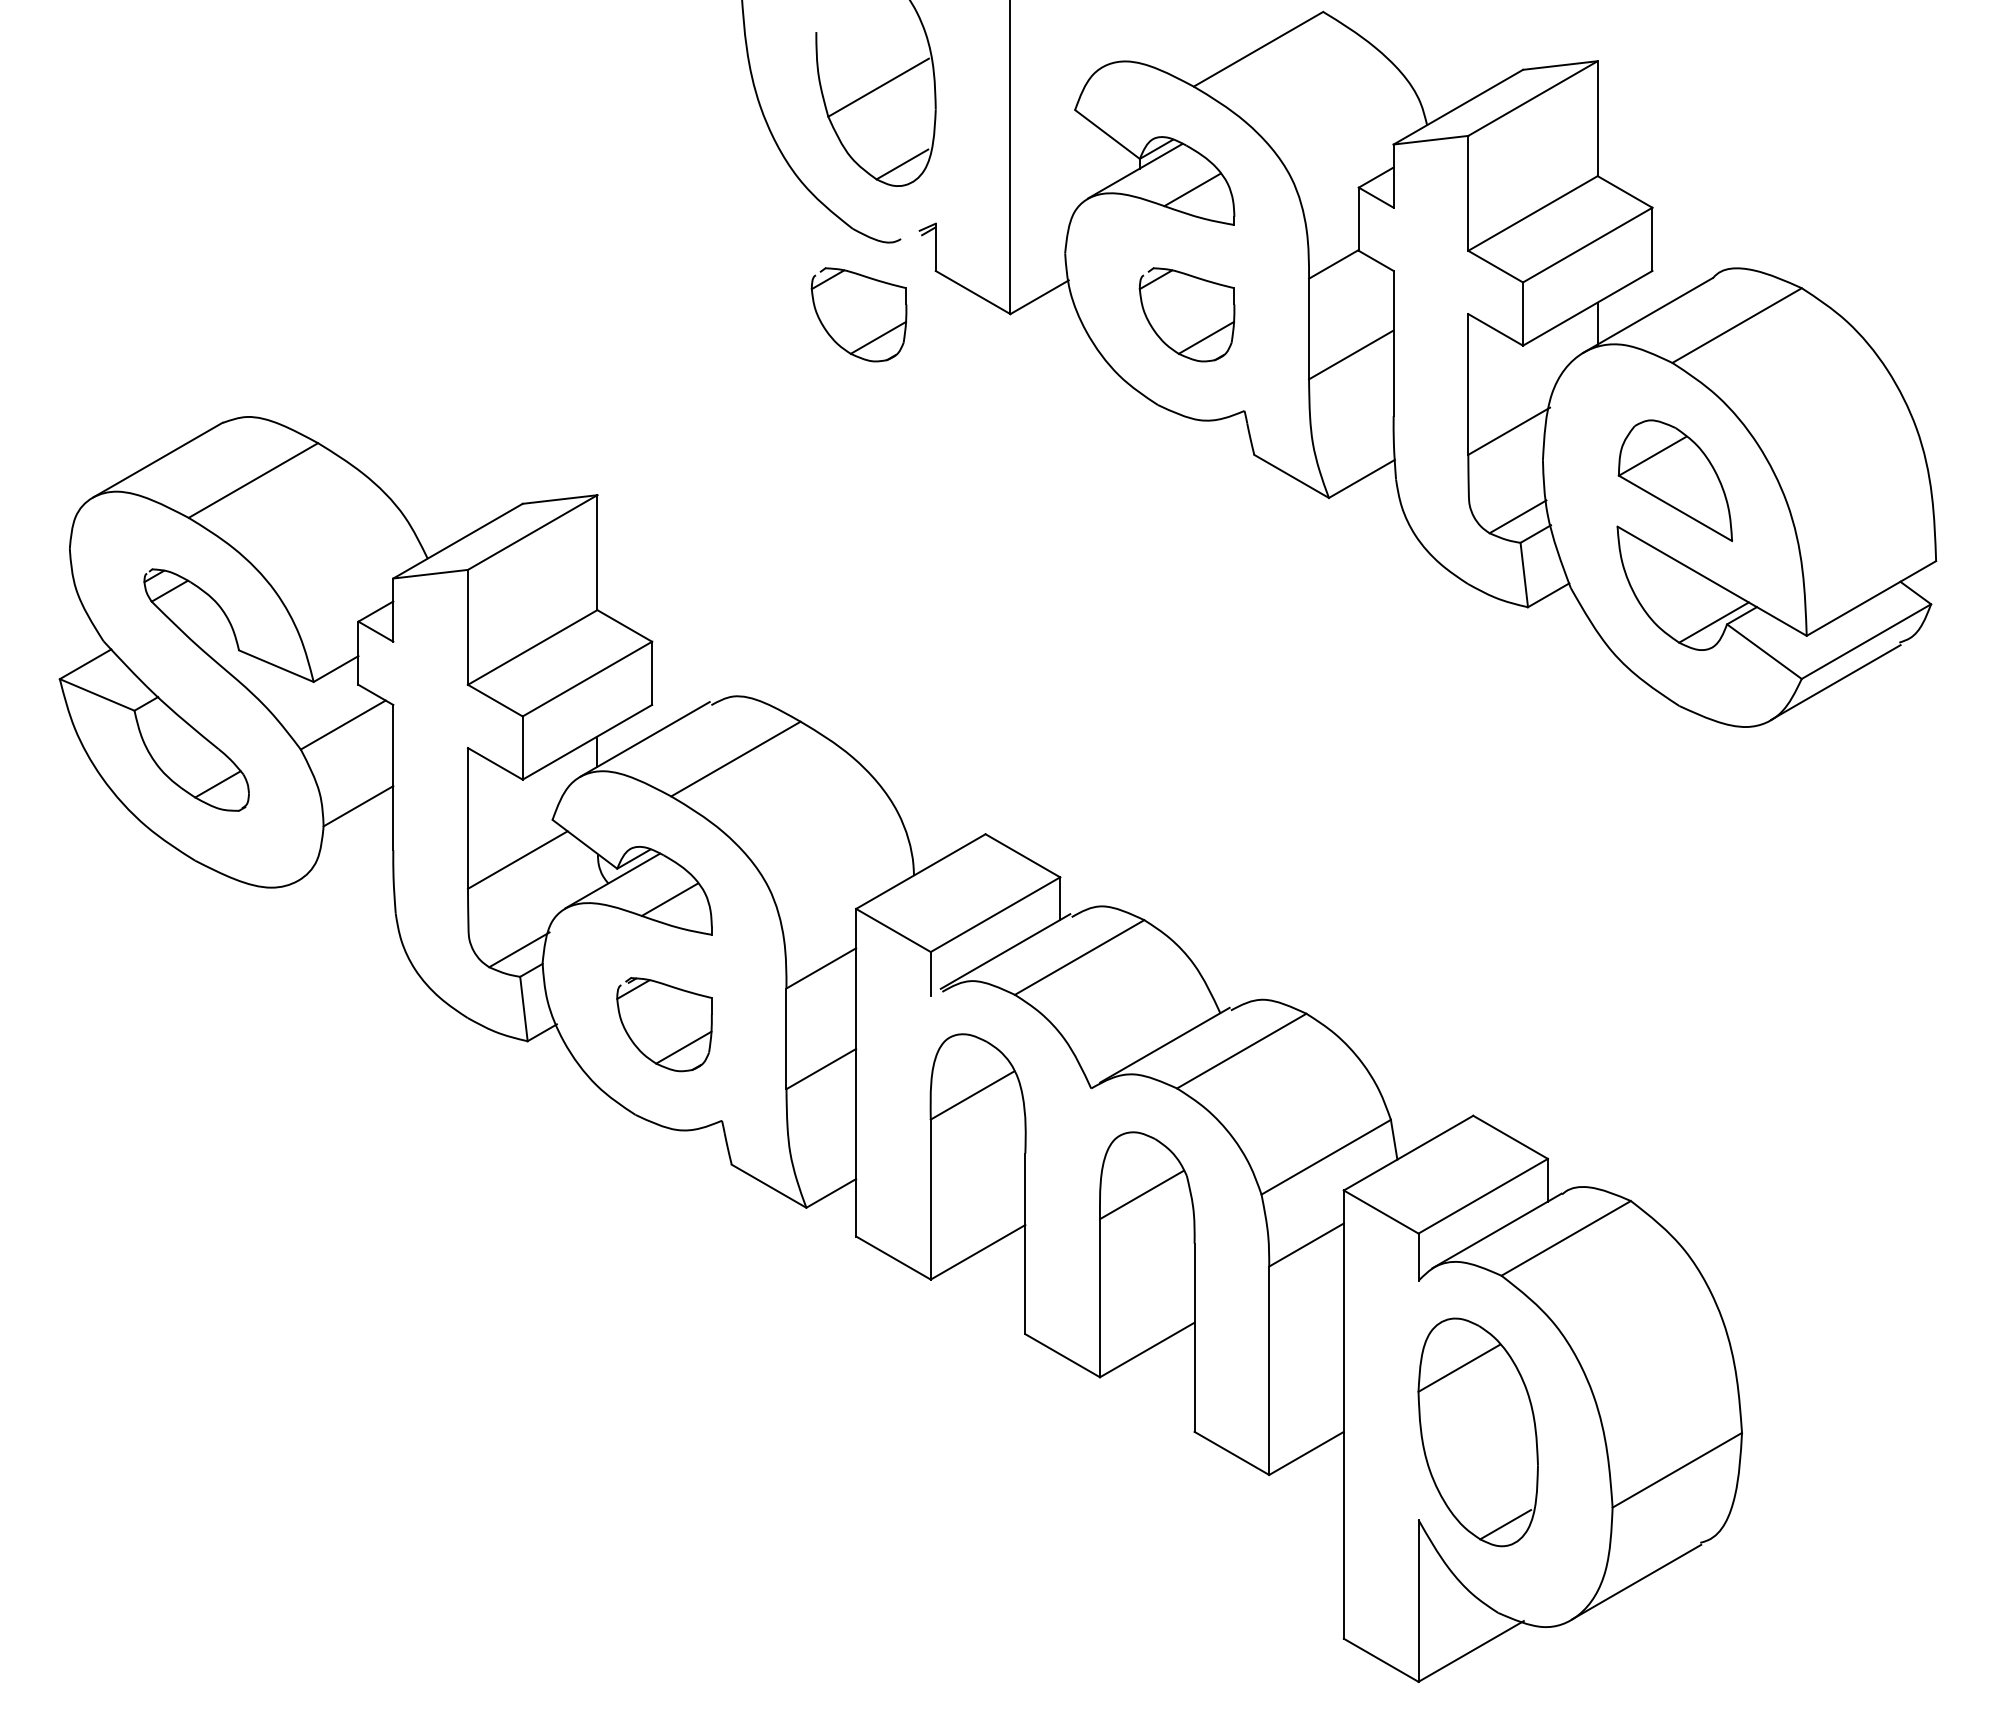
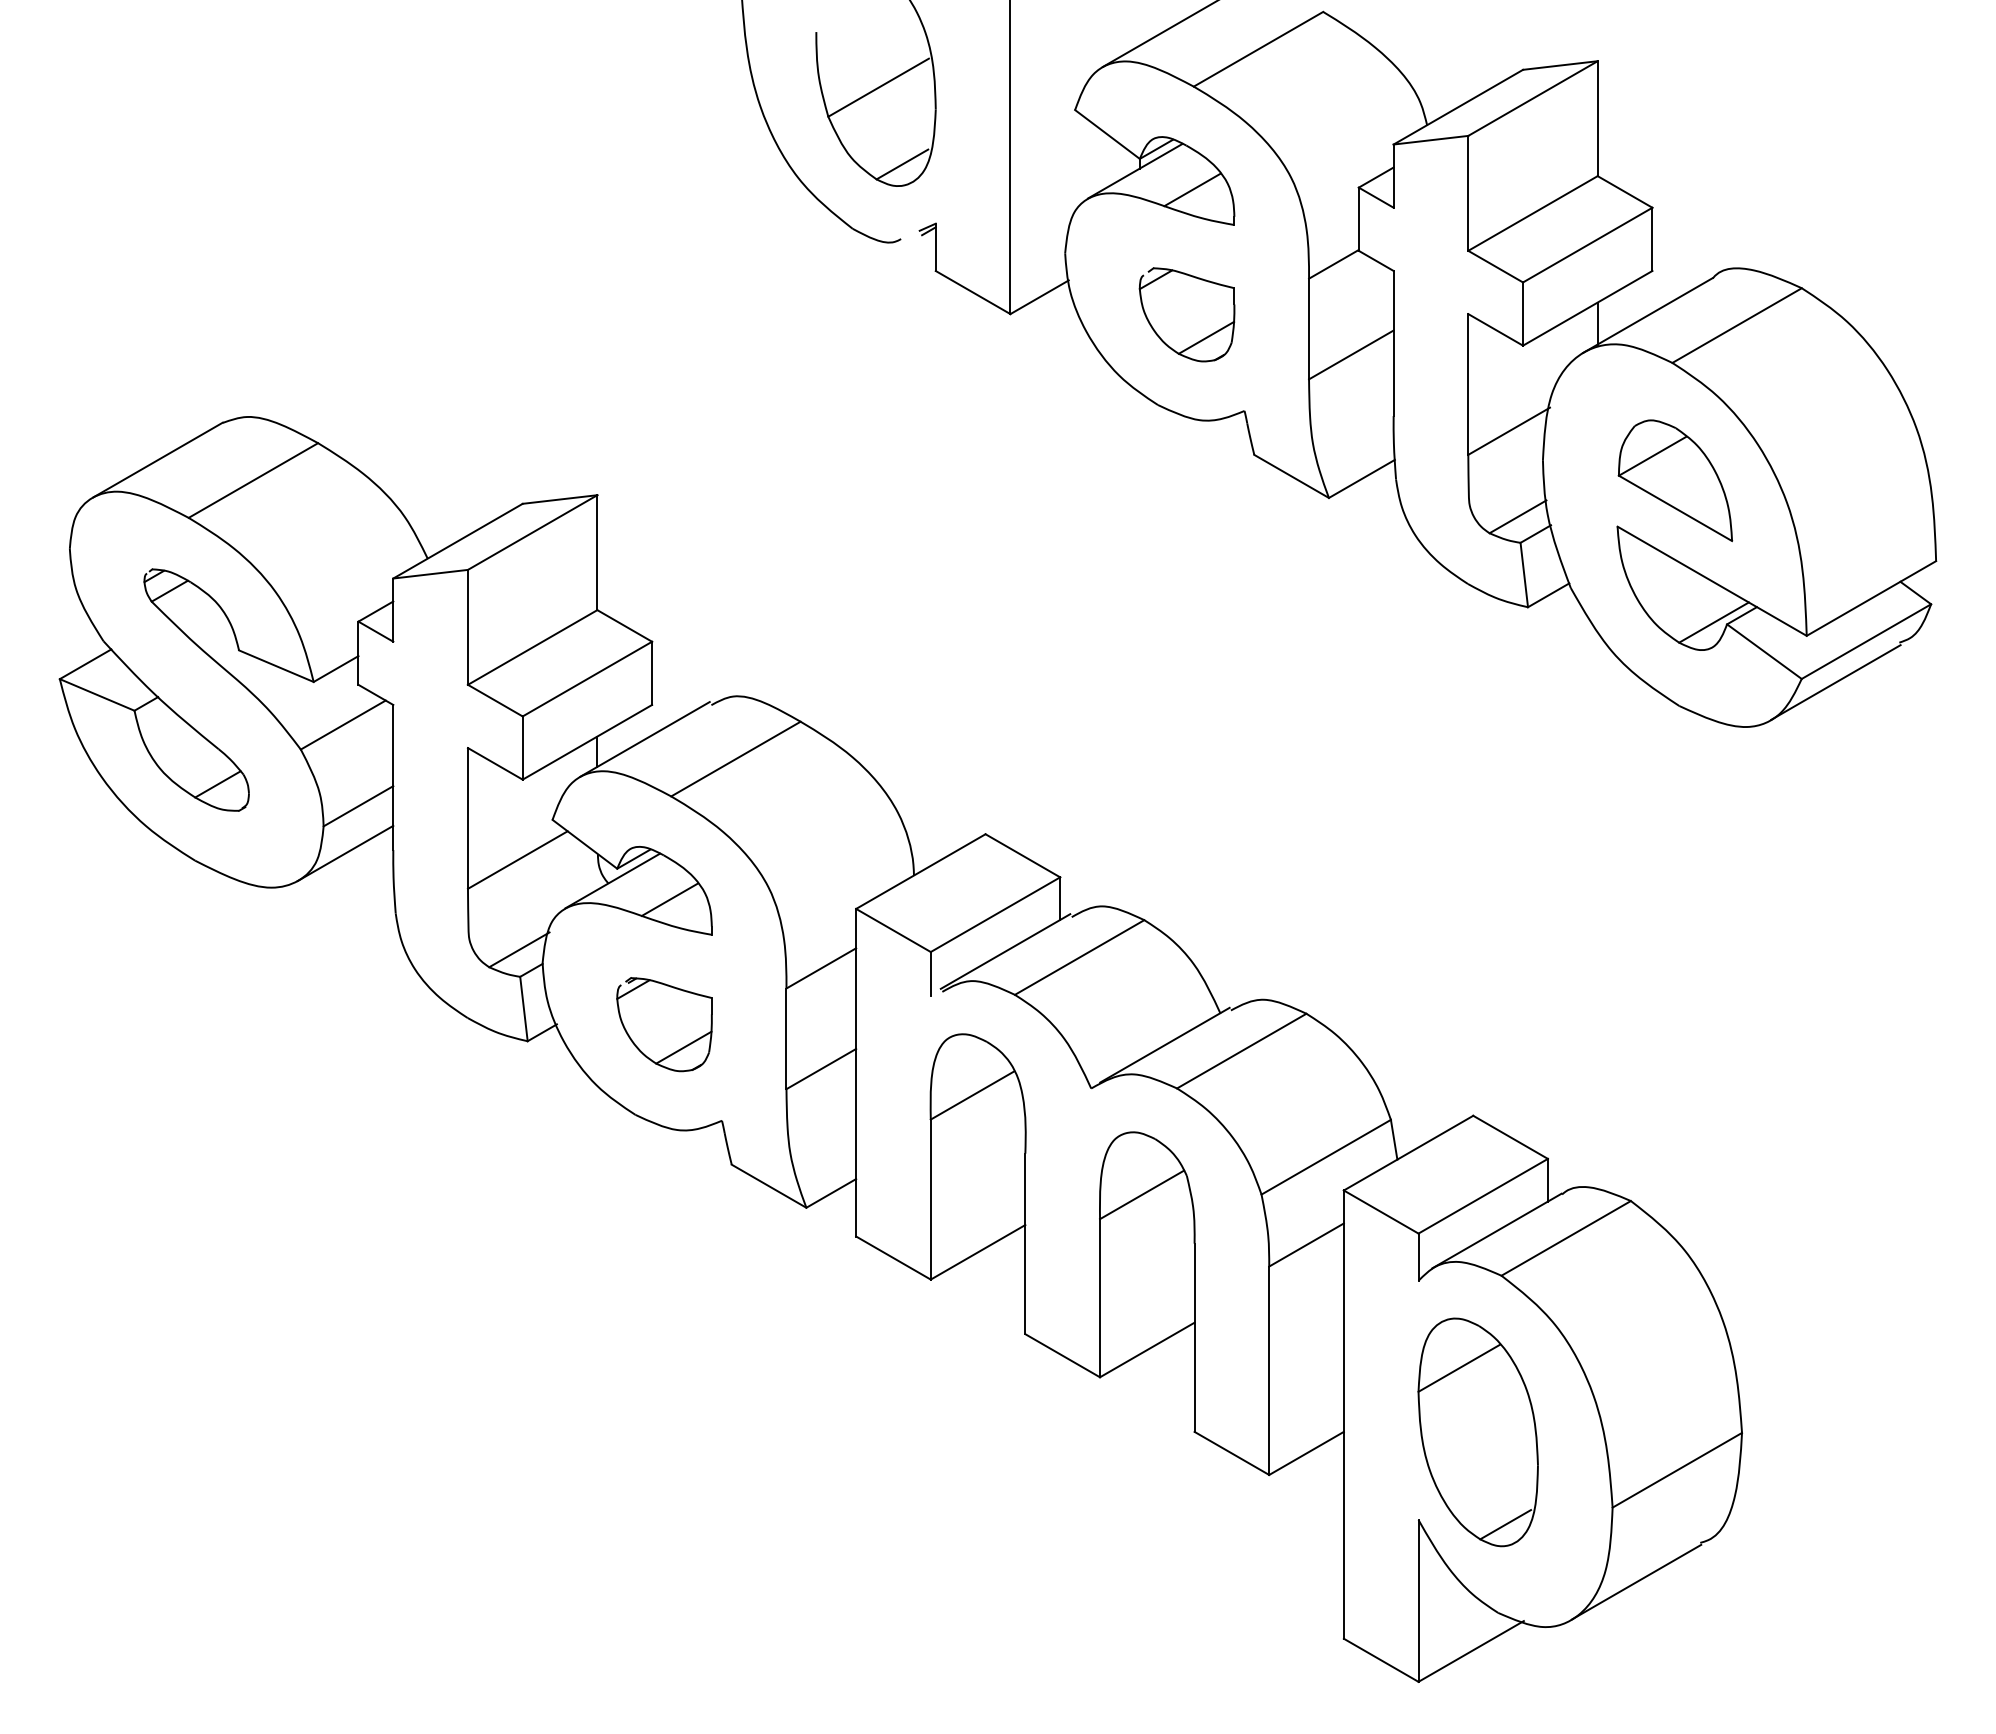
line at (1158, 34): none -> present
part at (858, 314): present -> none
line at (345, 853): none -> present
